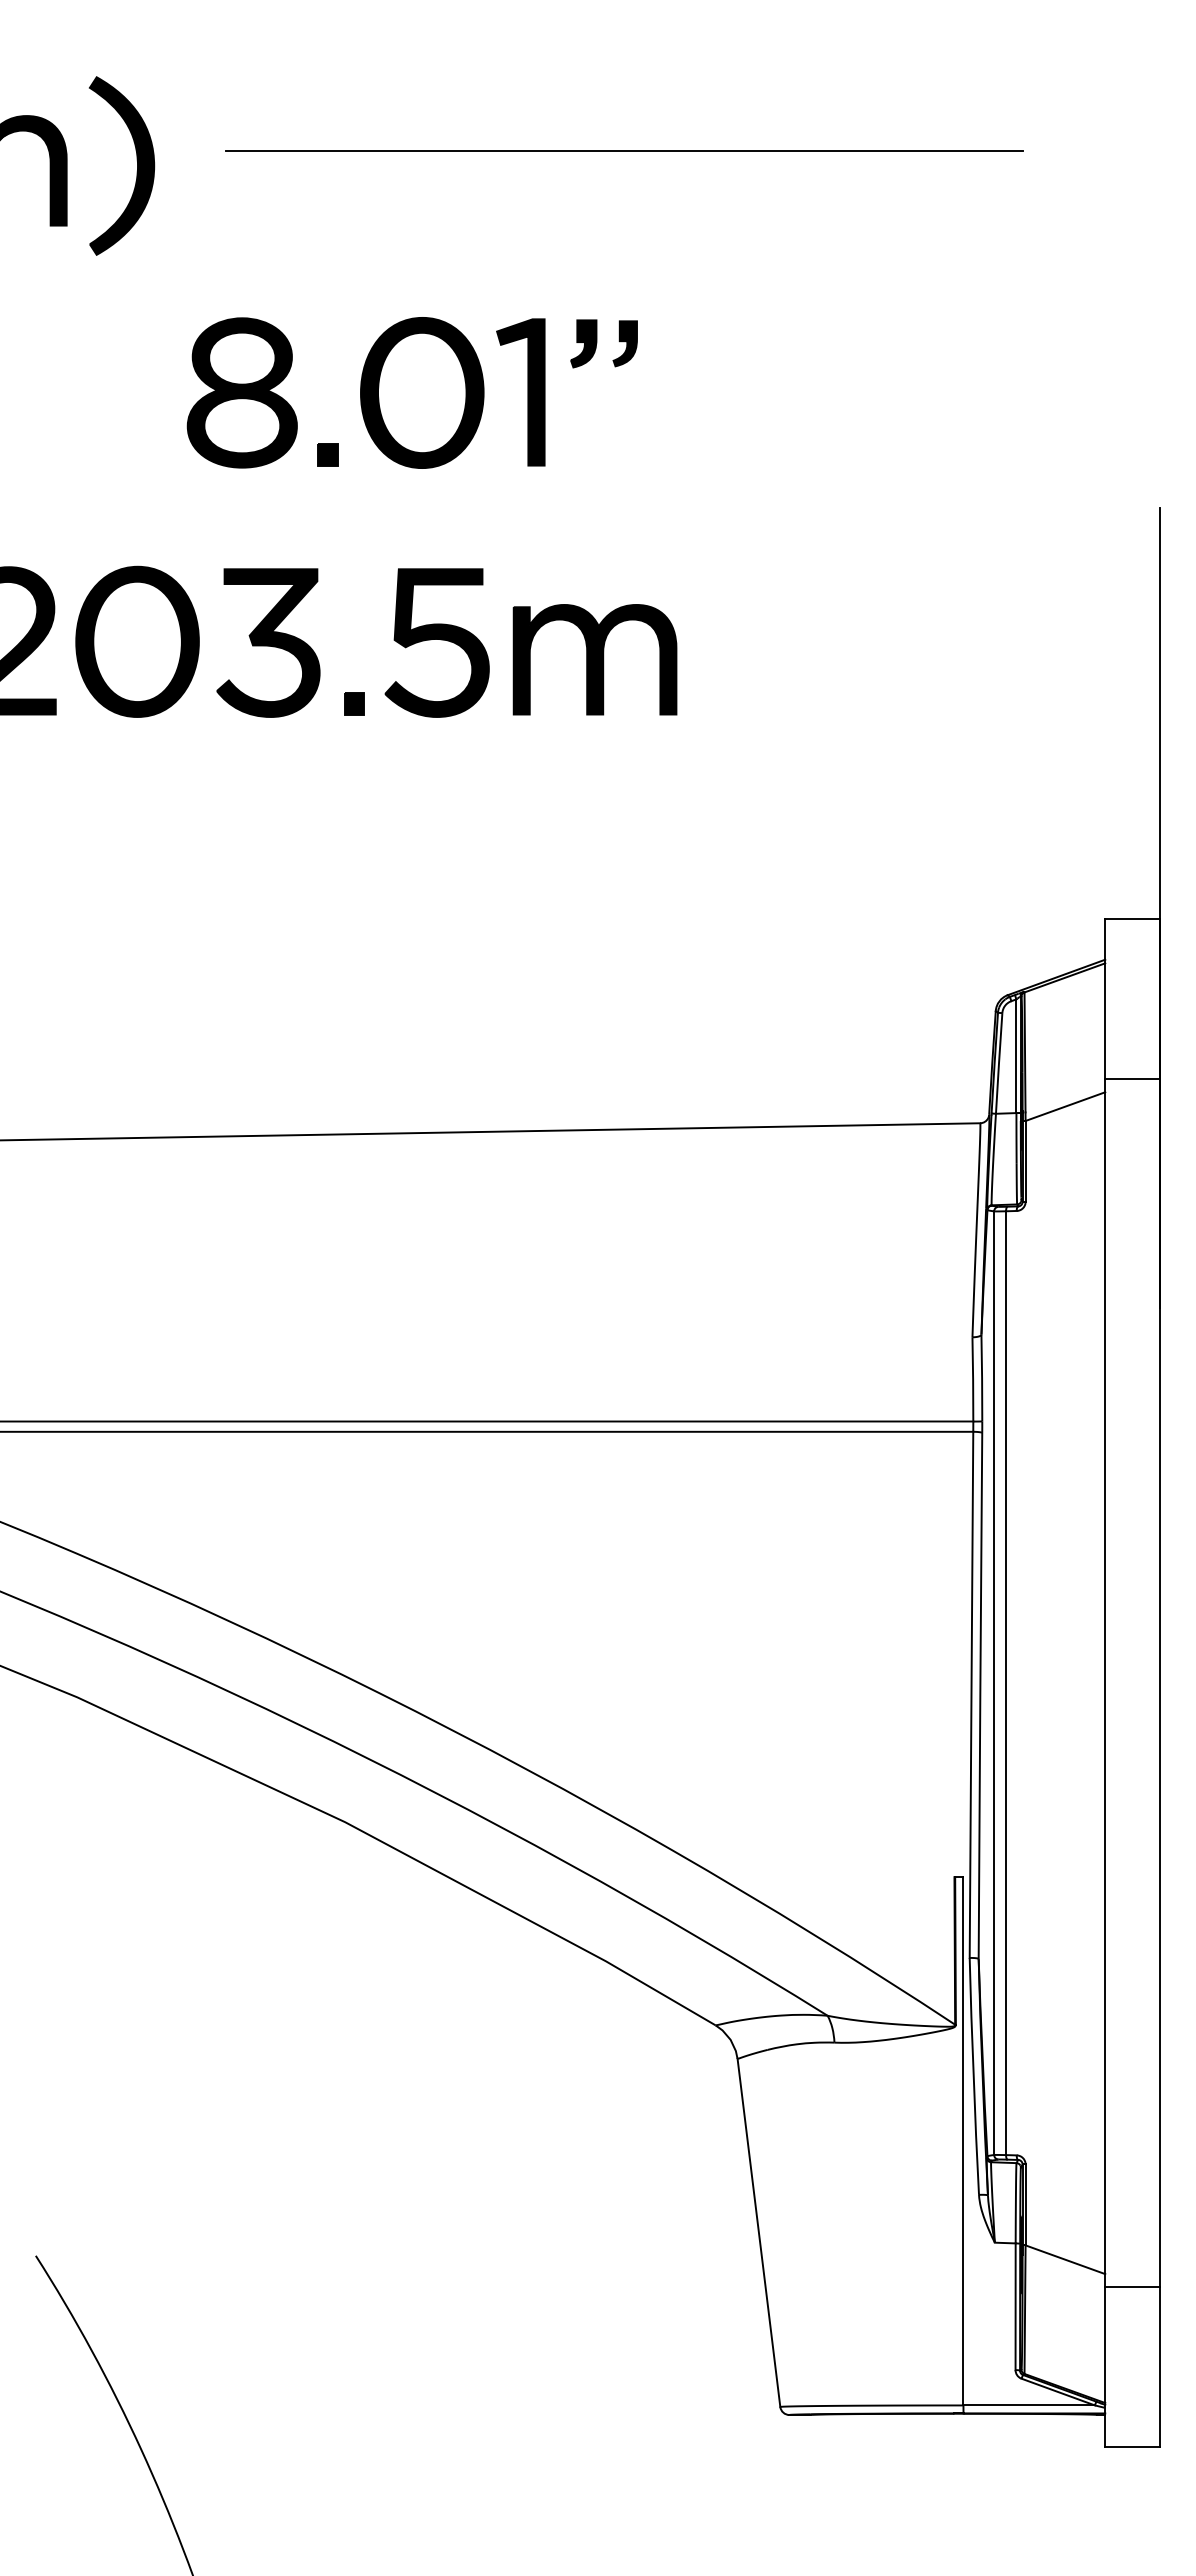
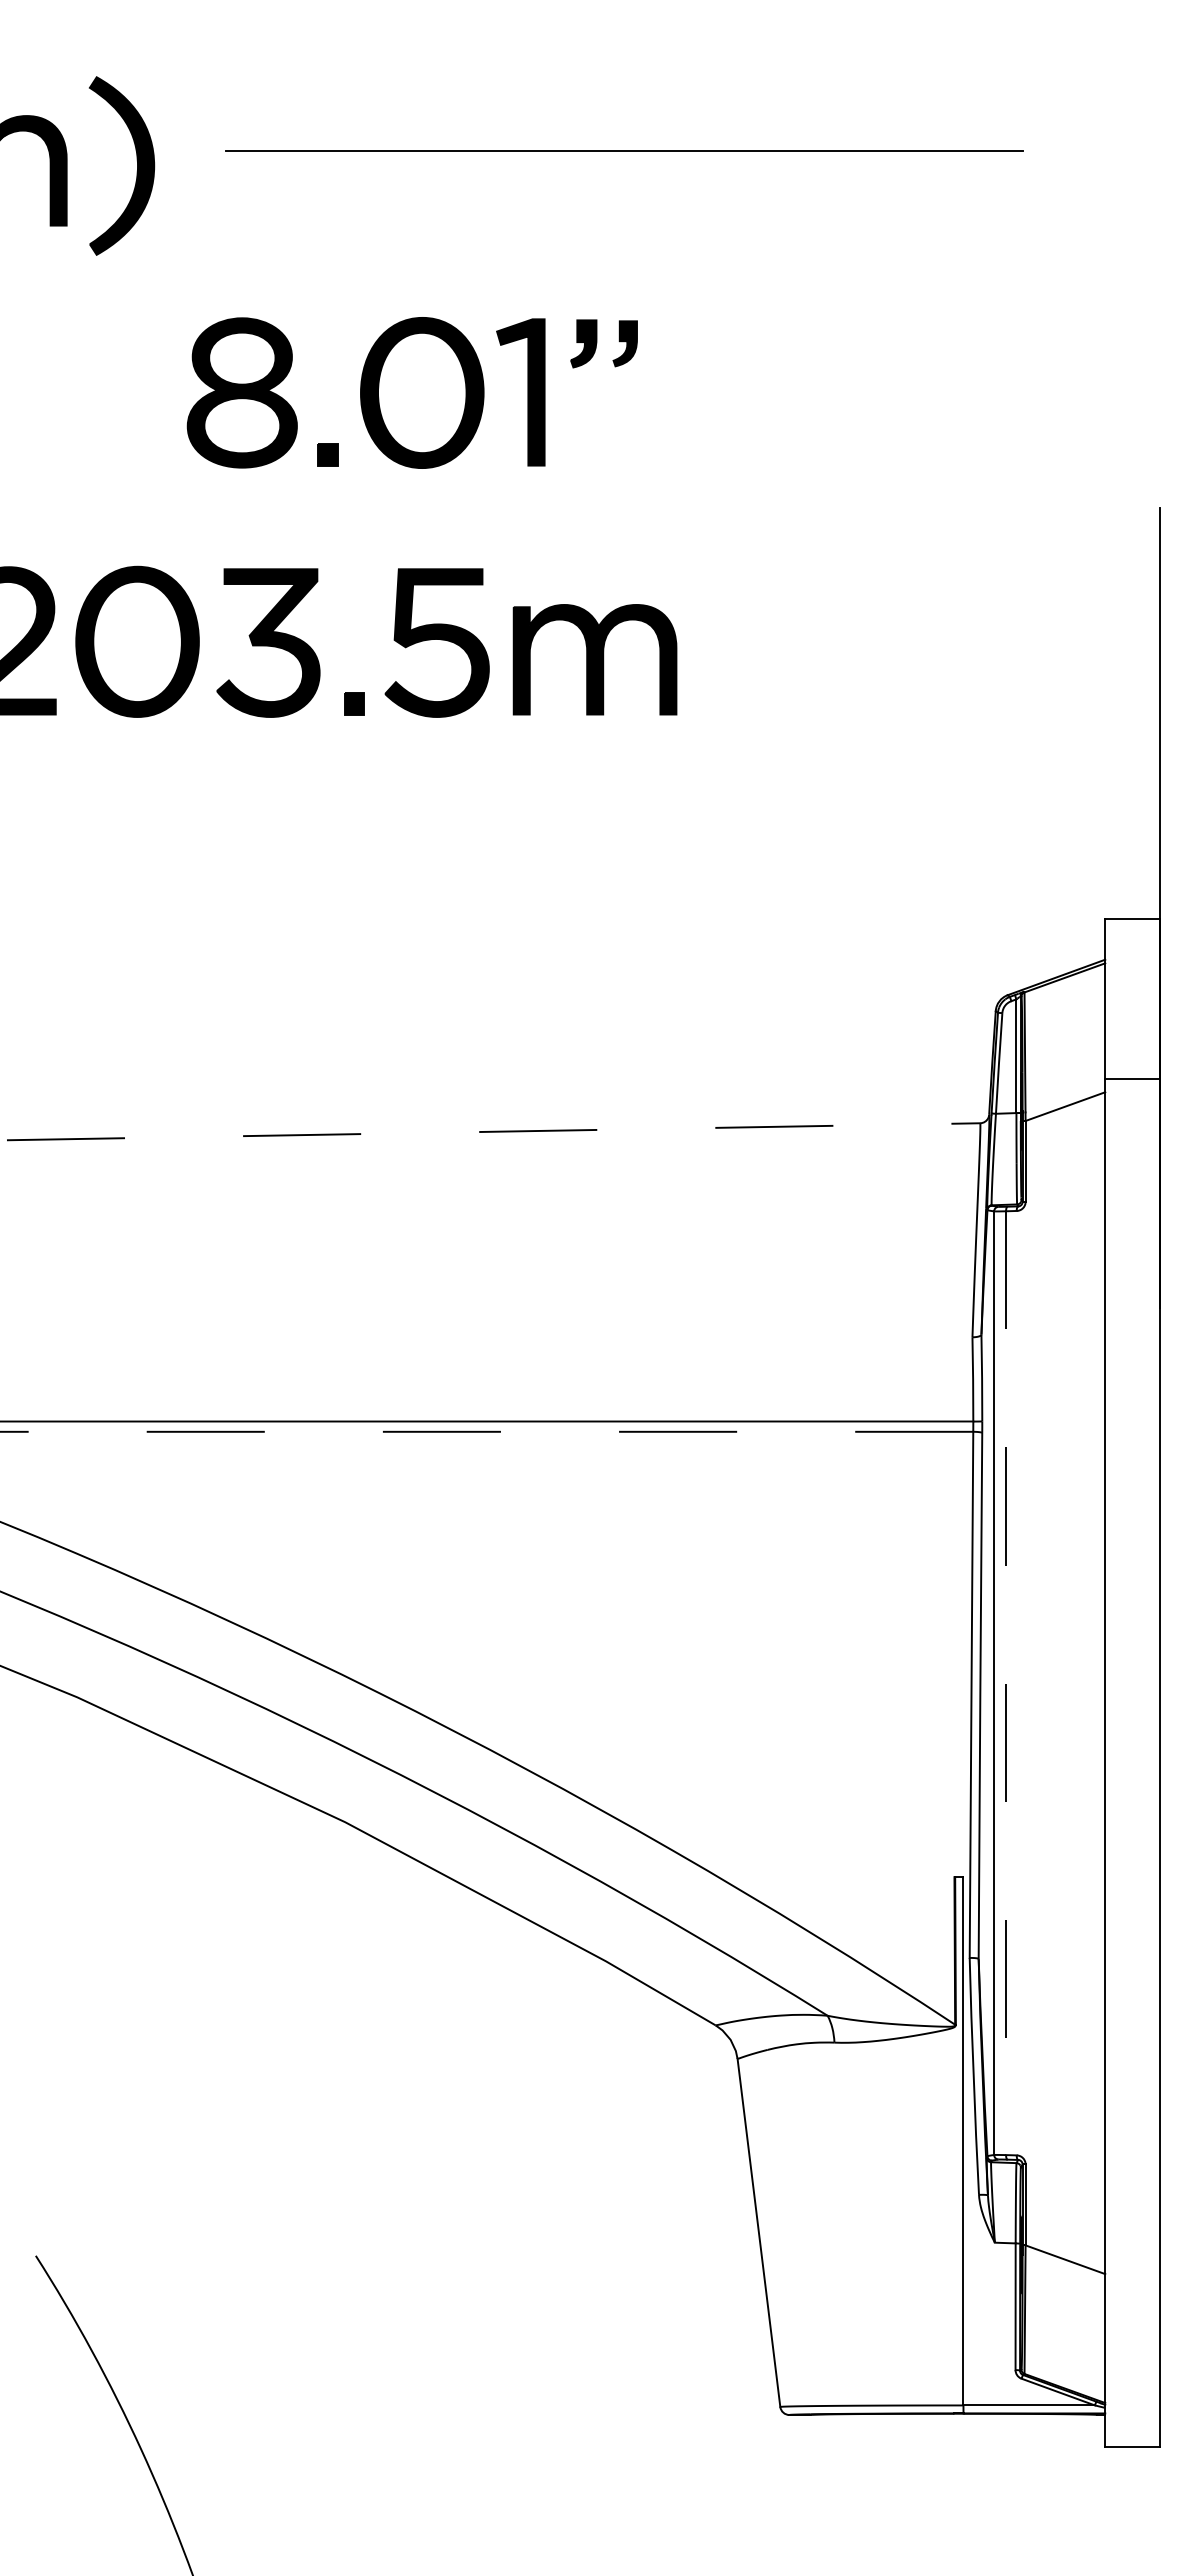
line at (490, 1131): solid -> dashed
line at (486, 1431): solid -> dashed
line at (1006, 1683): solid -> dashed
line at (1132, 2286): present -> none
